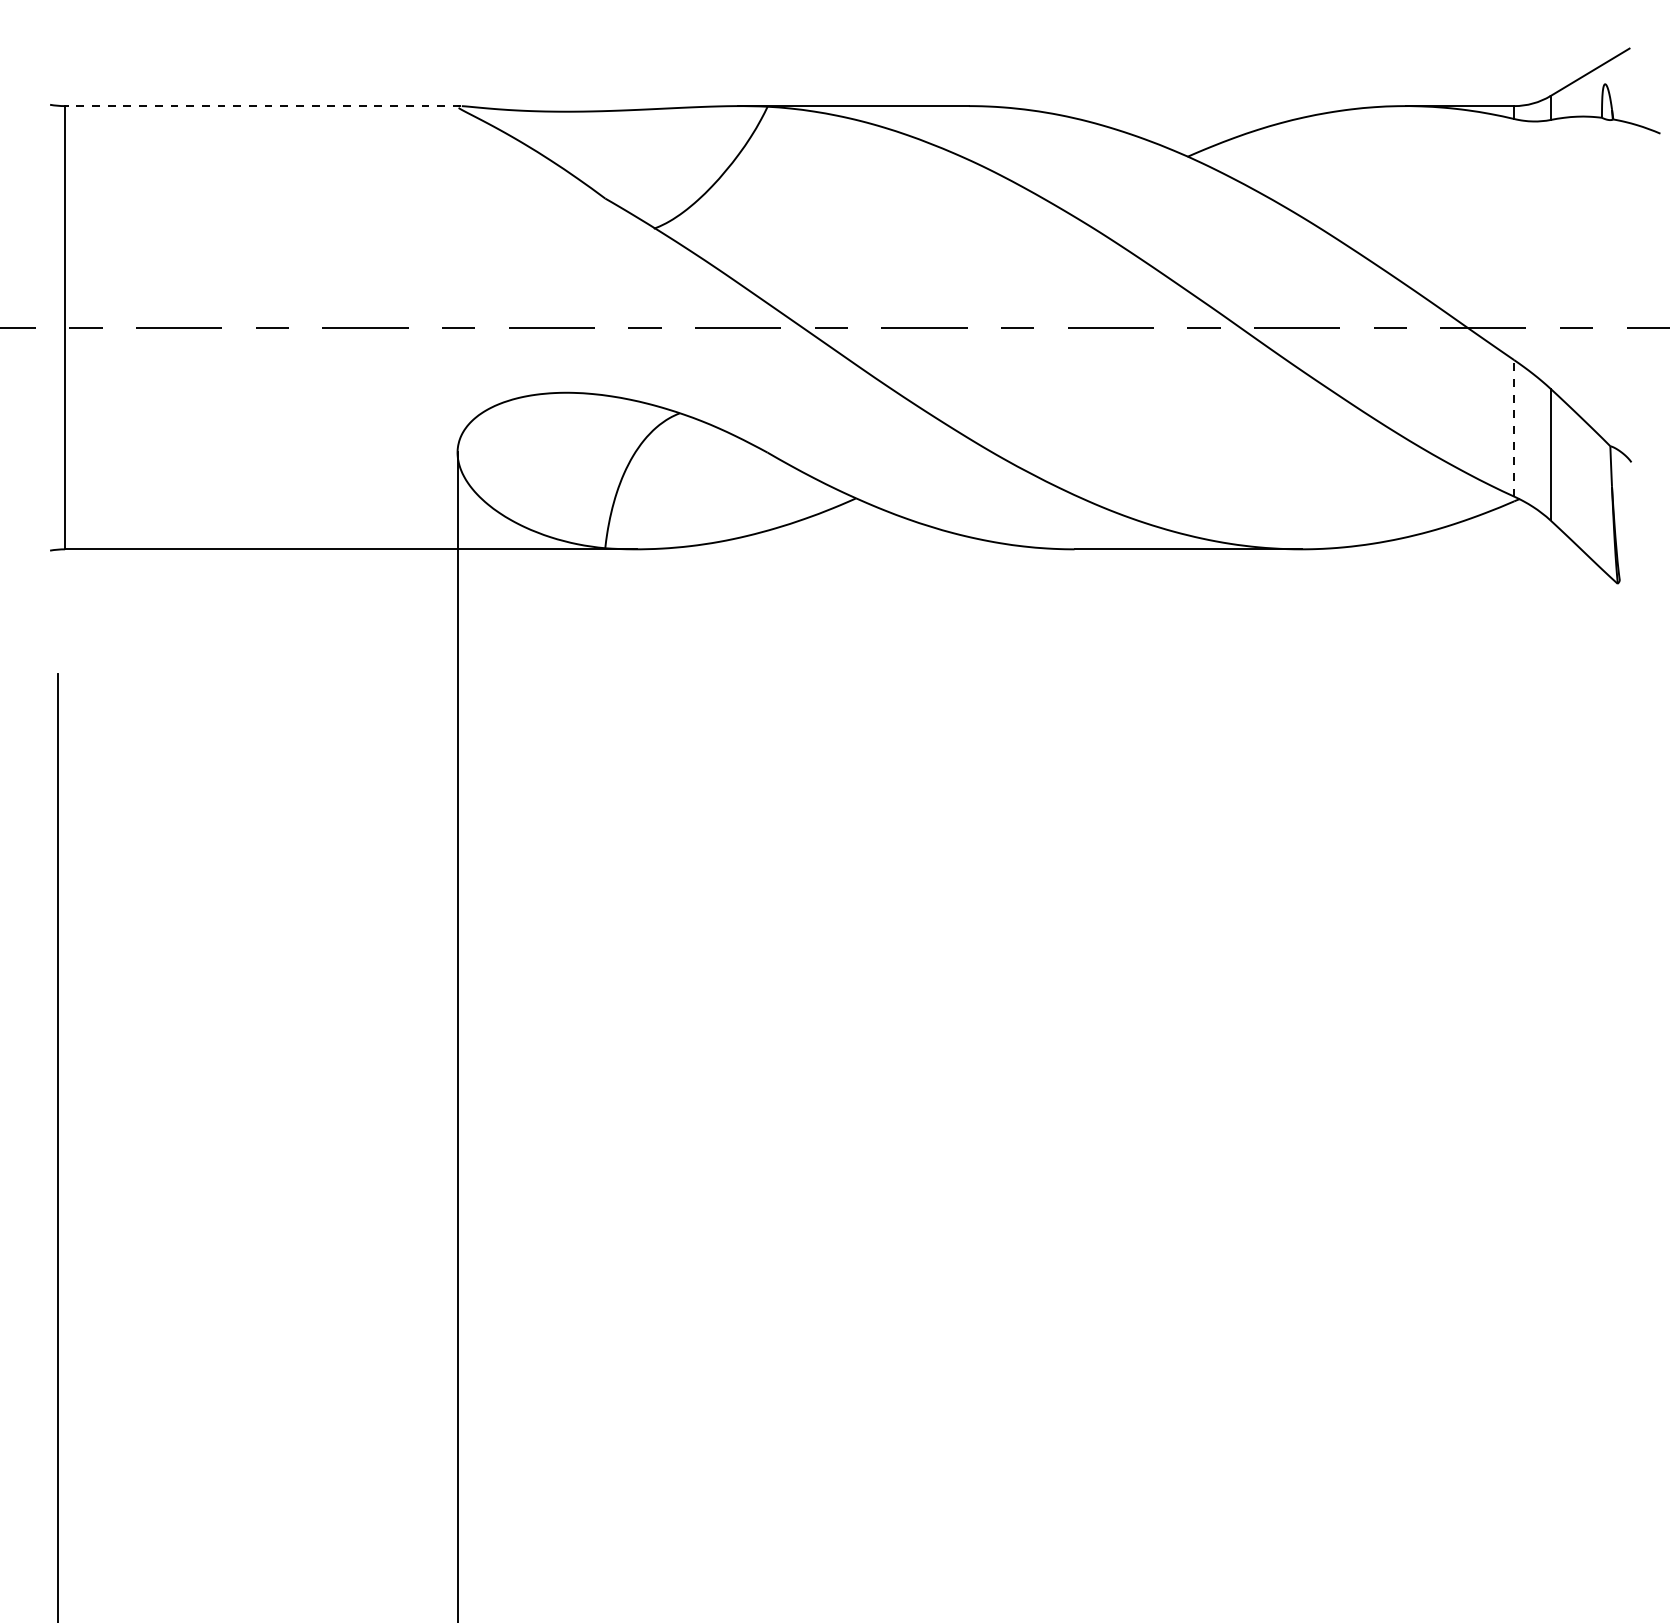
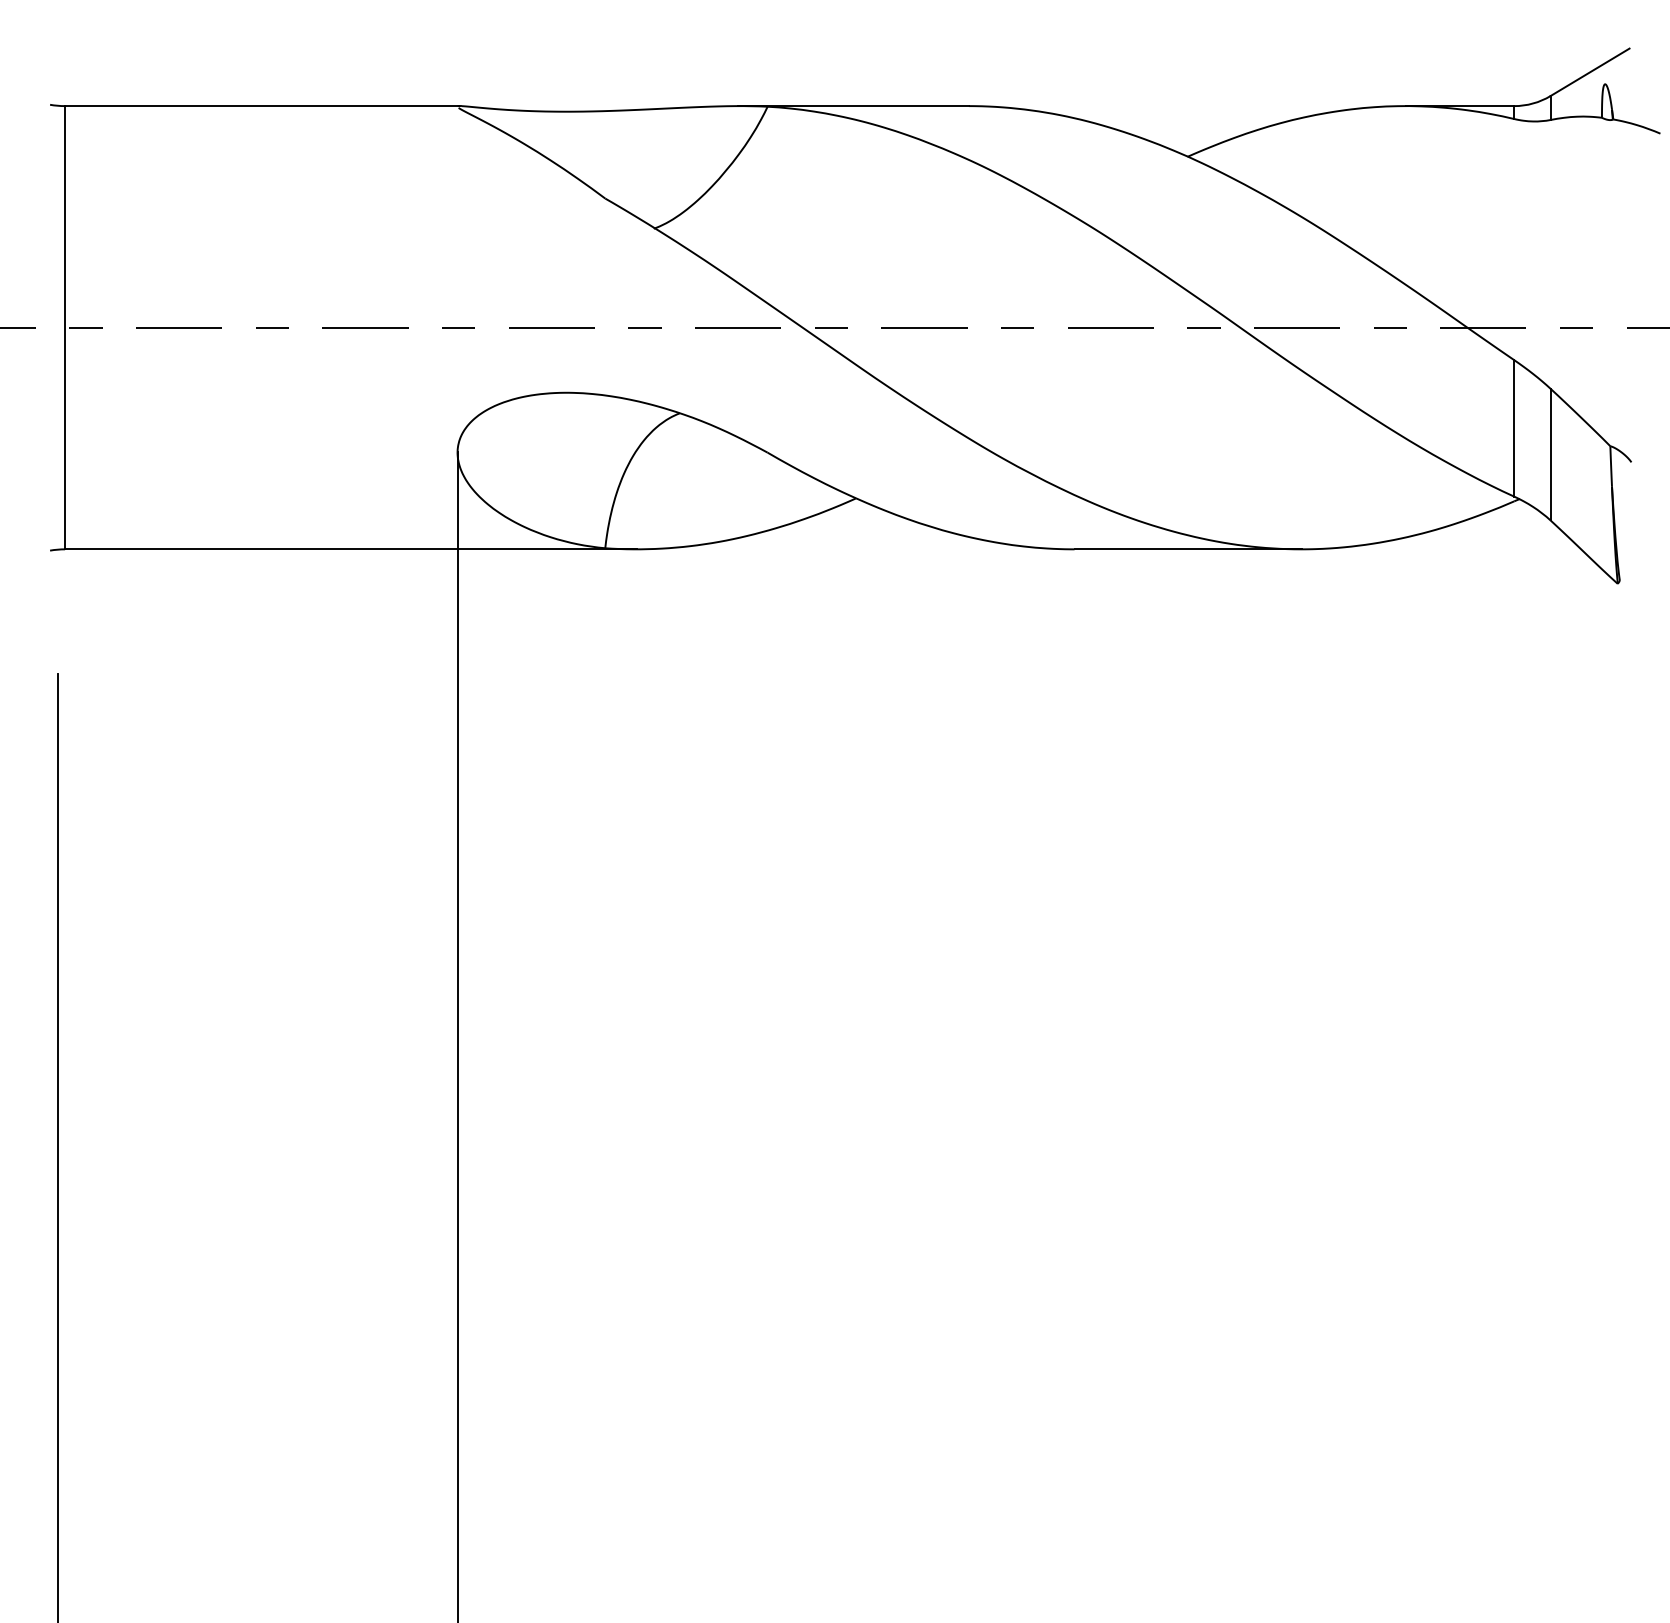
line at (262, 106): dashed -> solid
line at (1514, 427): dashed -> solid
